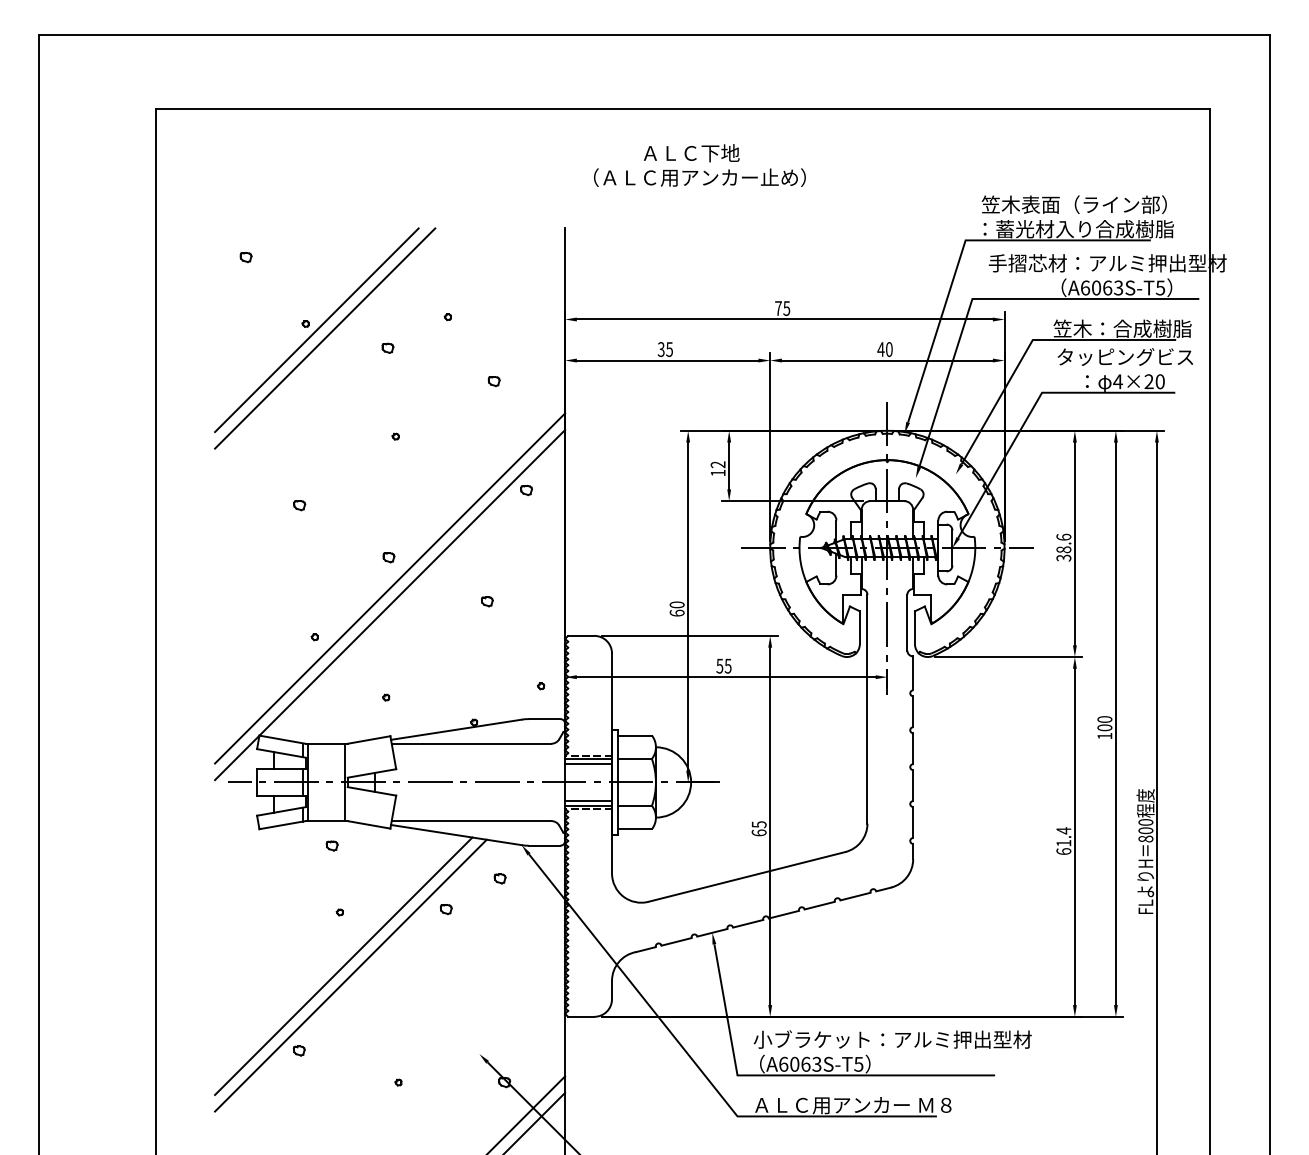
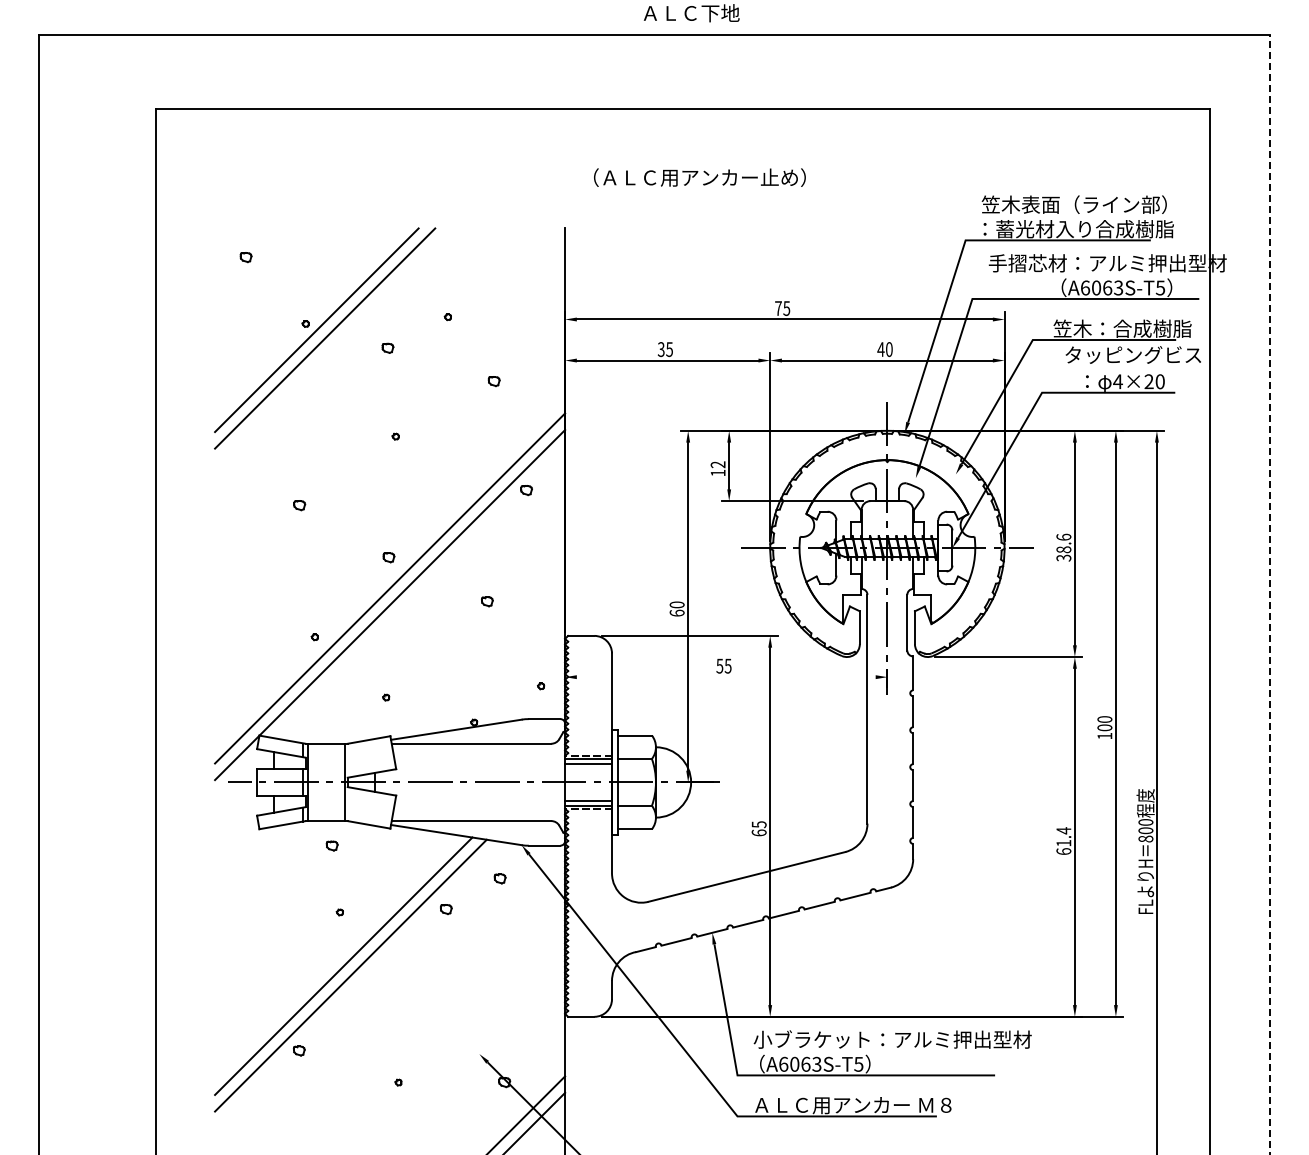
text at (691, 153) position: (691, 153) -> (691, 13)
text at (1124, 356) position: (1124, 356) -> (1132, 354)
line at (1269, 594): solid -> dashed
line at (725, 677): present -> none
